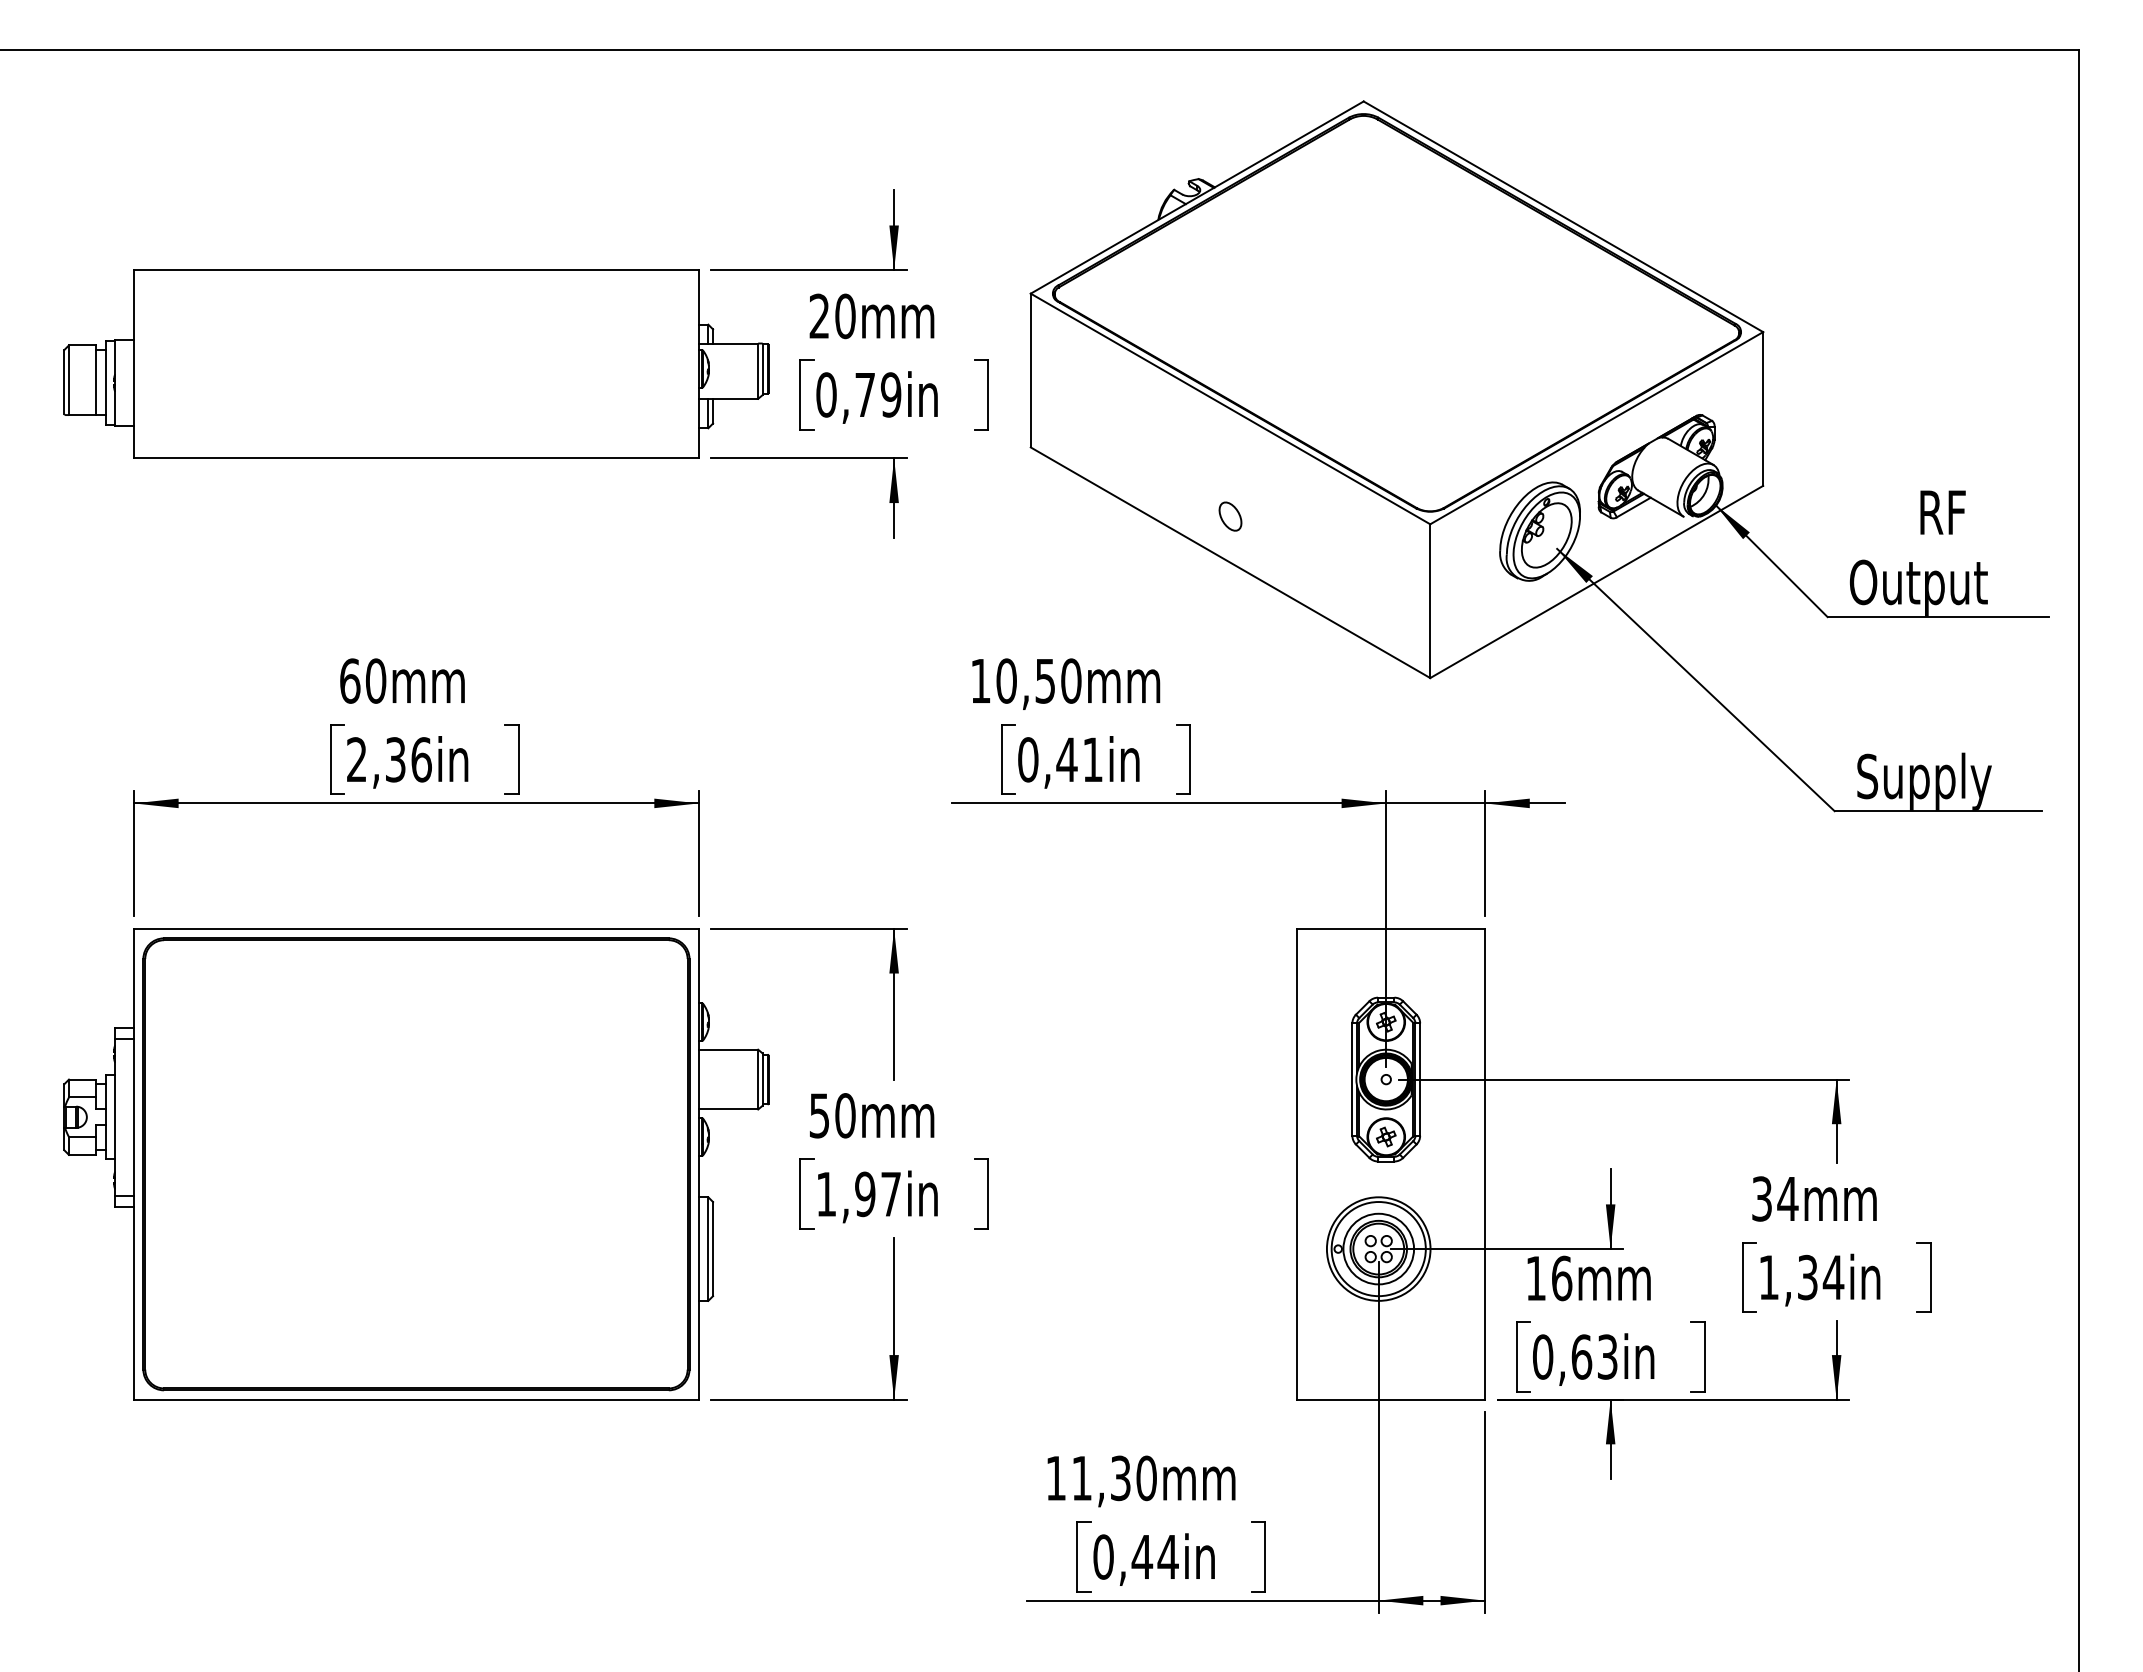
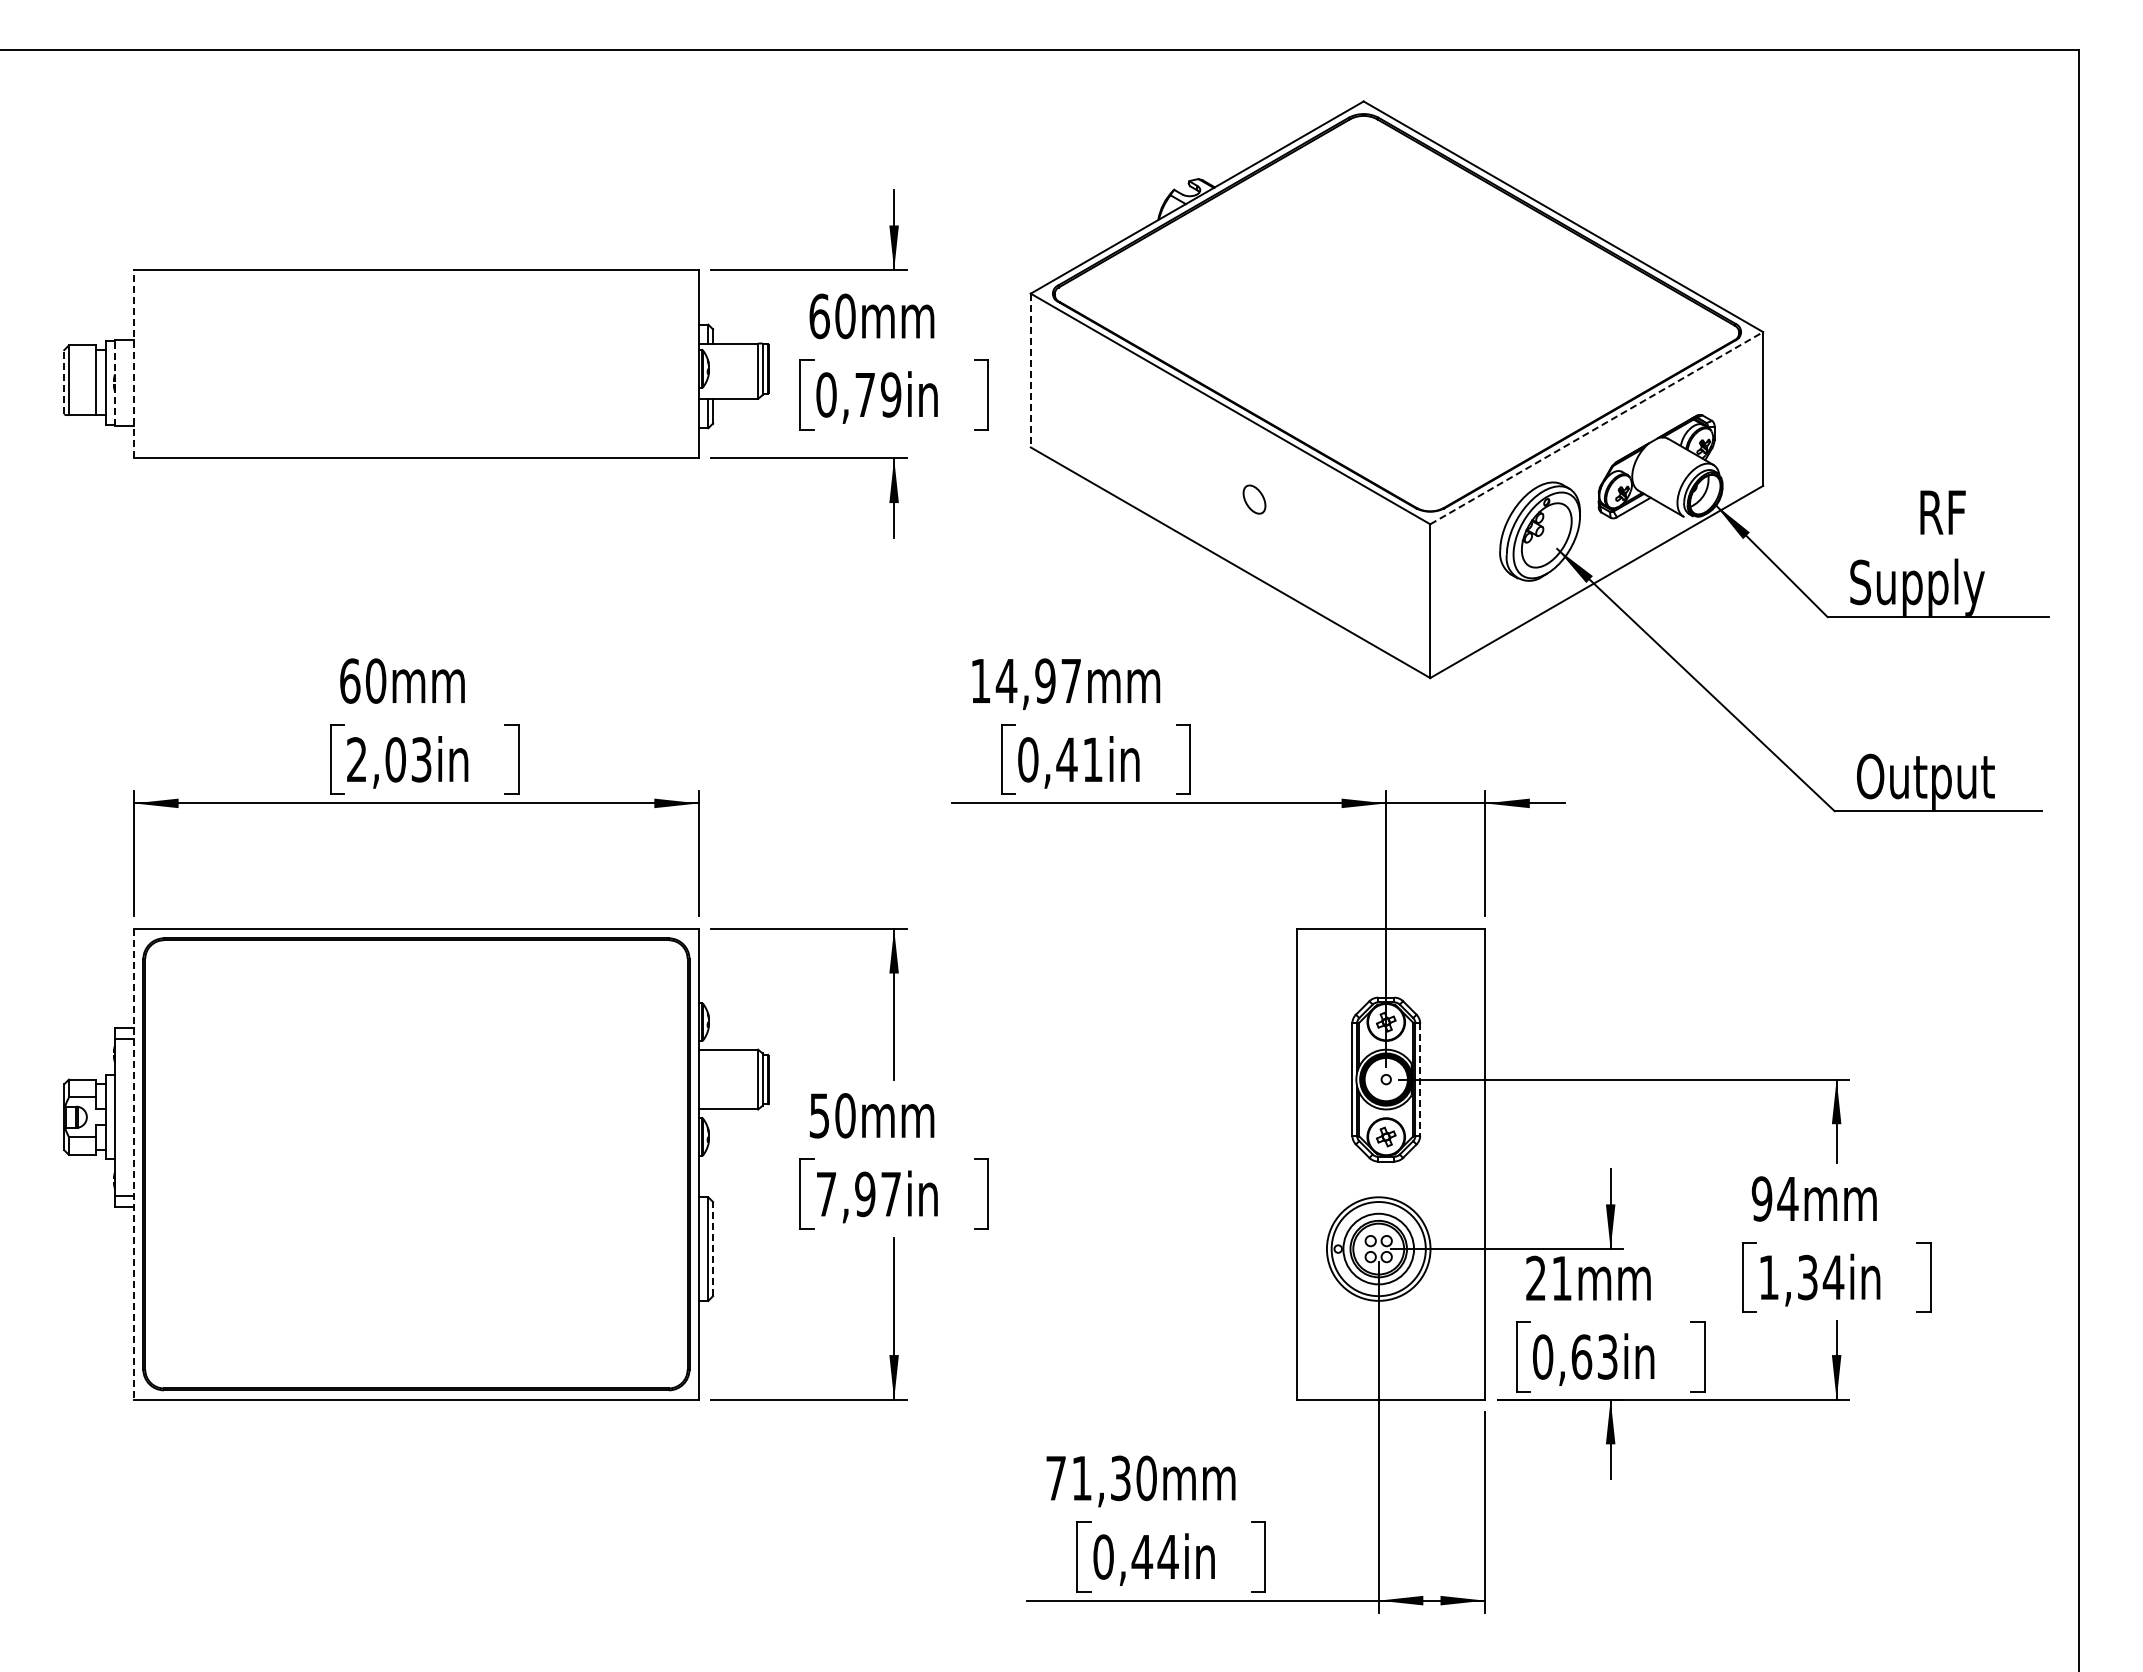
text at (819, 316): 20mm -> 60mm
line at (133, 363): solid -> dashed
line at (1030, 370): solid -> dashed
line at (64, 381): solid -> dashed
line at (115, 382): solid -> dashed
line at (1597, 427): solid -> dashed
part at (1230, 516) position: (1230, 516) -> (1254, 499)
text at (1918, 586): Output -> Supply
text at (1038, 680): 10,50mm -> 14,97mm
text at (408, 759): 2,36in -> 2,03in
text at (1925, 780): Supply -> Output
line at (1420, 1080): solid -> dashed
line at (133, 1164): solid -> dashed
text at (826, 1194): 1,97in -> 7,97in
text at (1761, 1198): 34mm -> 94mm
line at (713, 1248): solid -> dashed
text at (1549, 1278): 16mm -> 21mm
text at (1055, 1478): 11,30mm -> 71,30mm
